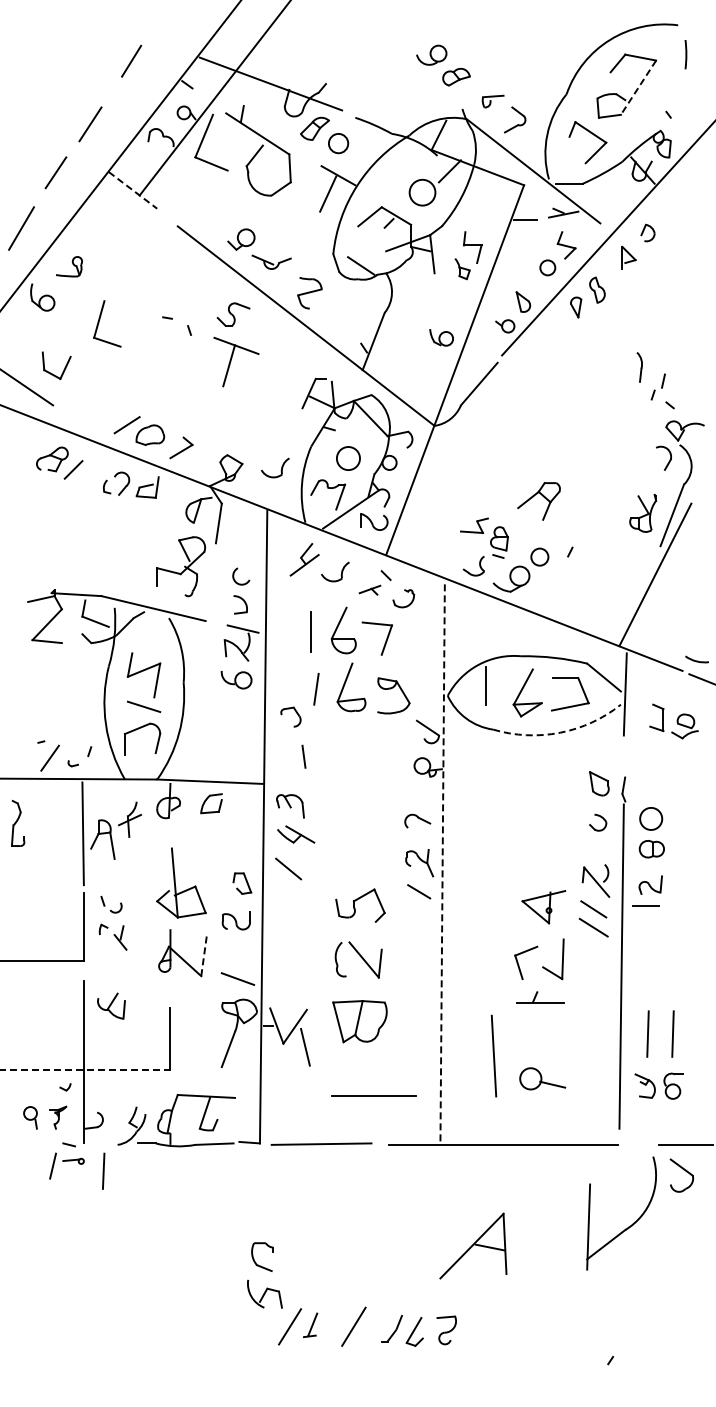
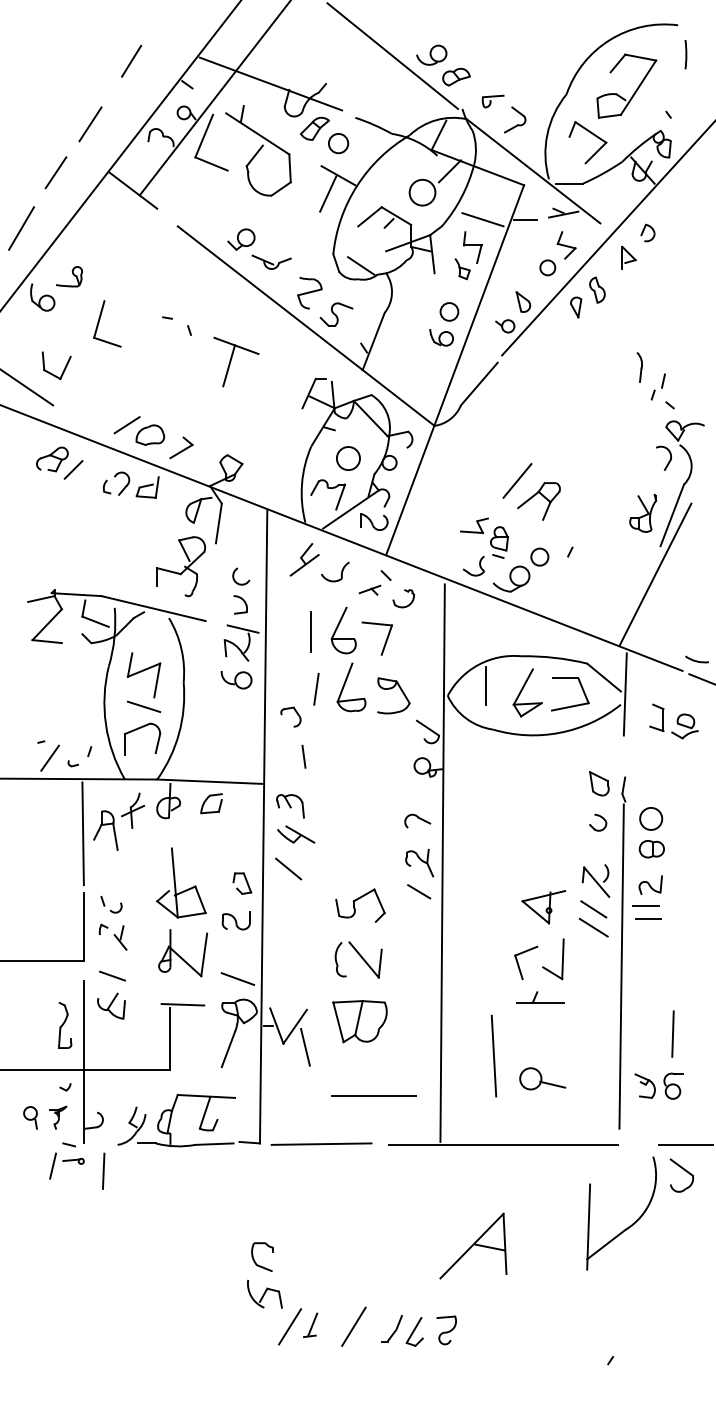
line at (392, 55): none -> present
line at (638, 88): dashed -> solid
line at (133, 190): dashed -> solid
line at (482, 219): none -> present
part at (69, 266) position: (69, 266) -> (69, 276)
circle at (449, 311): none -> present
part at (233, 314) position: (233, 314) -> (336, 314)
part at (275, 467): present -> none
line at (517, 480): none -> present
arc at (560, 732): dashed -> solid
part at (18, 823) position: (18, 823) -> (65, 1025)
part at (116, 830) position: (116, 830) -> (119, 821)
line at (442, 863): dashed -> solid
line at (647, 918): none -> present
line at (204, 954): dashed -> solid
line at (112, 975): none -> present
line at (182, 1004): none -> present
line at (647, 1033): present -> none
line at (85, 1070): dashed -> solid
